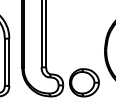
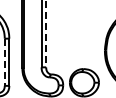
line at (46, 33): solid -> dashed
line at (4, 62): solid -> dashed
